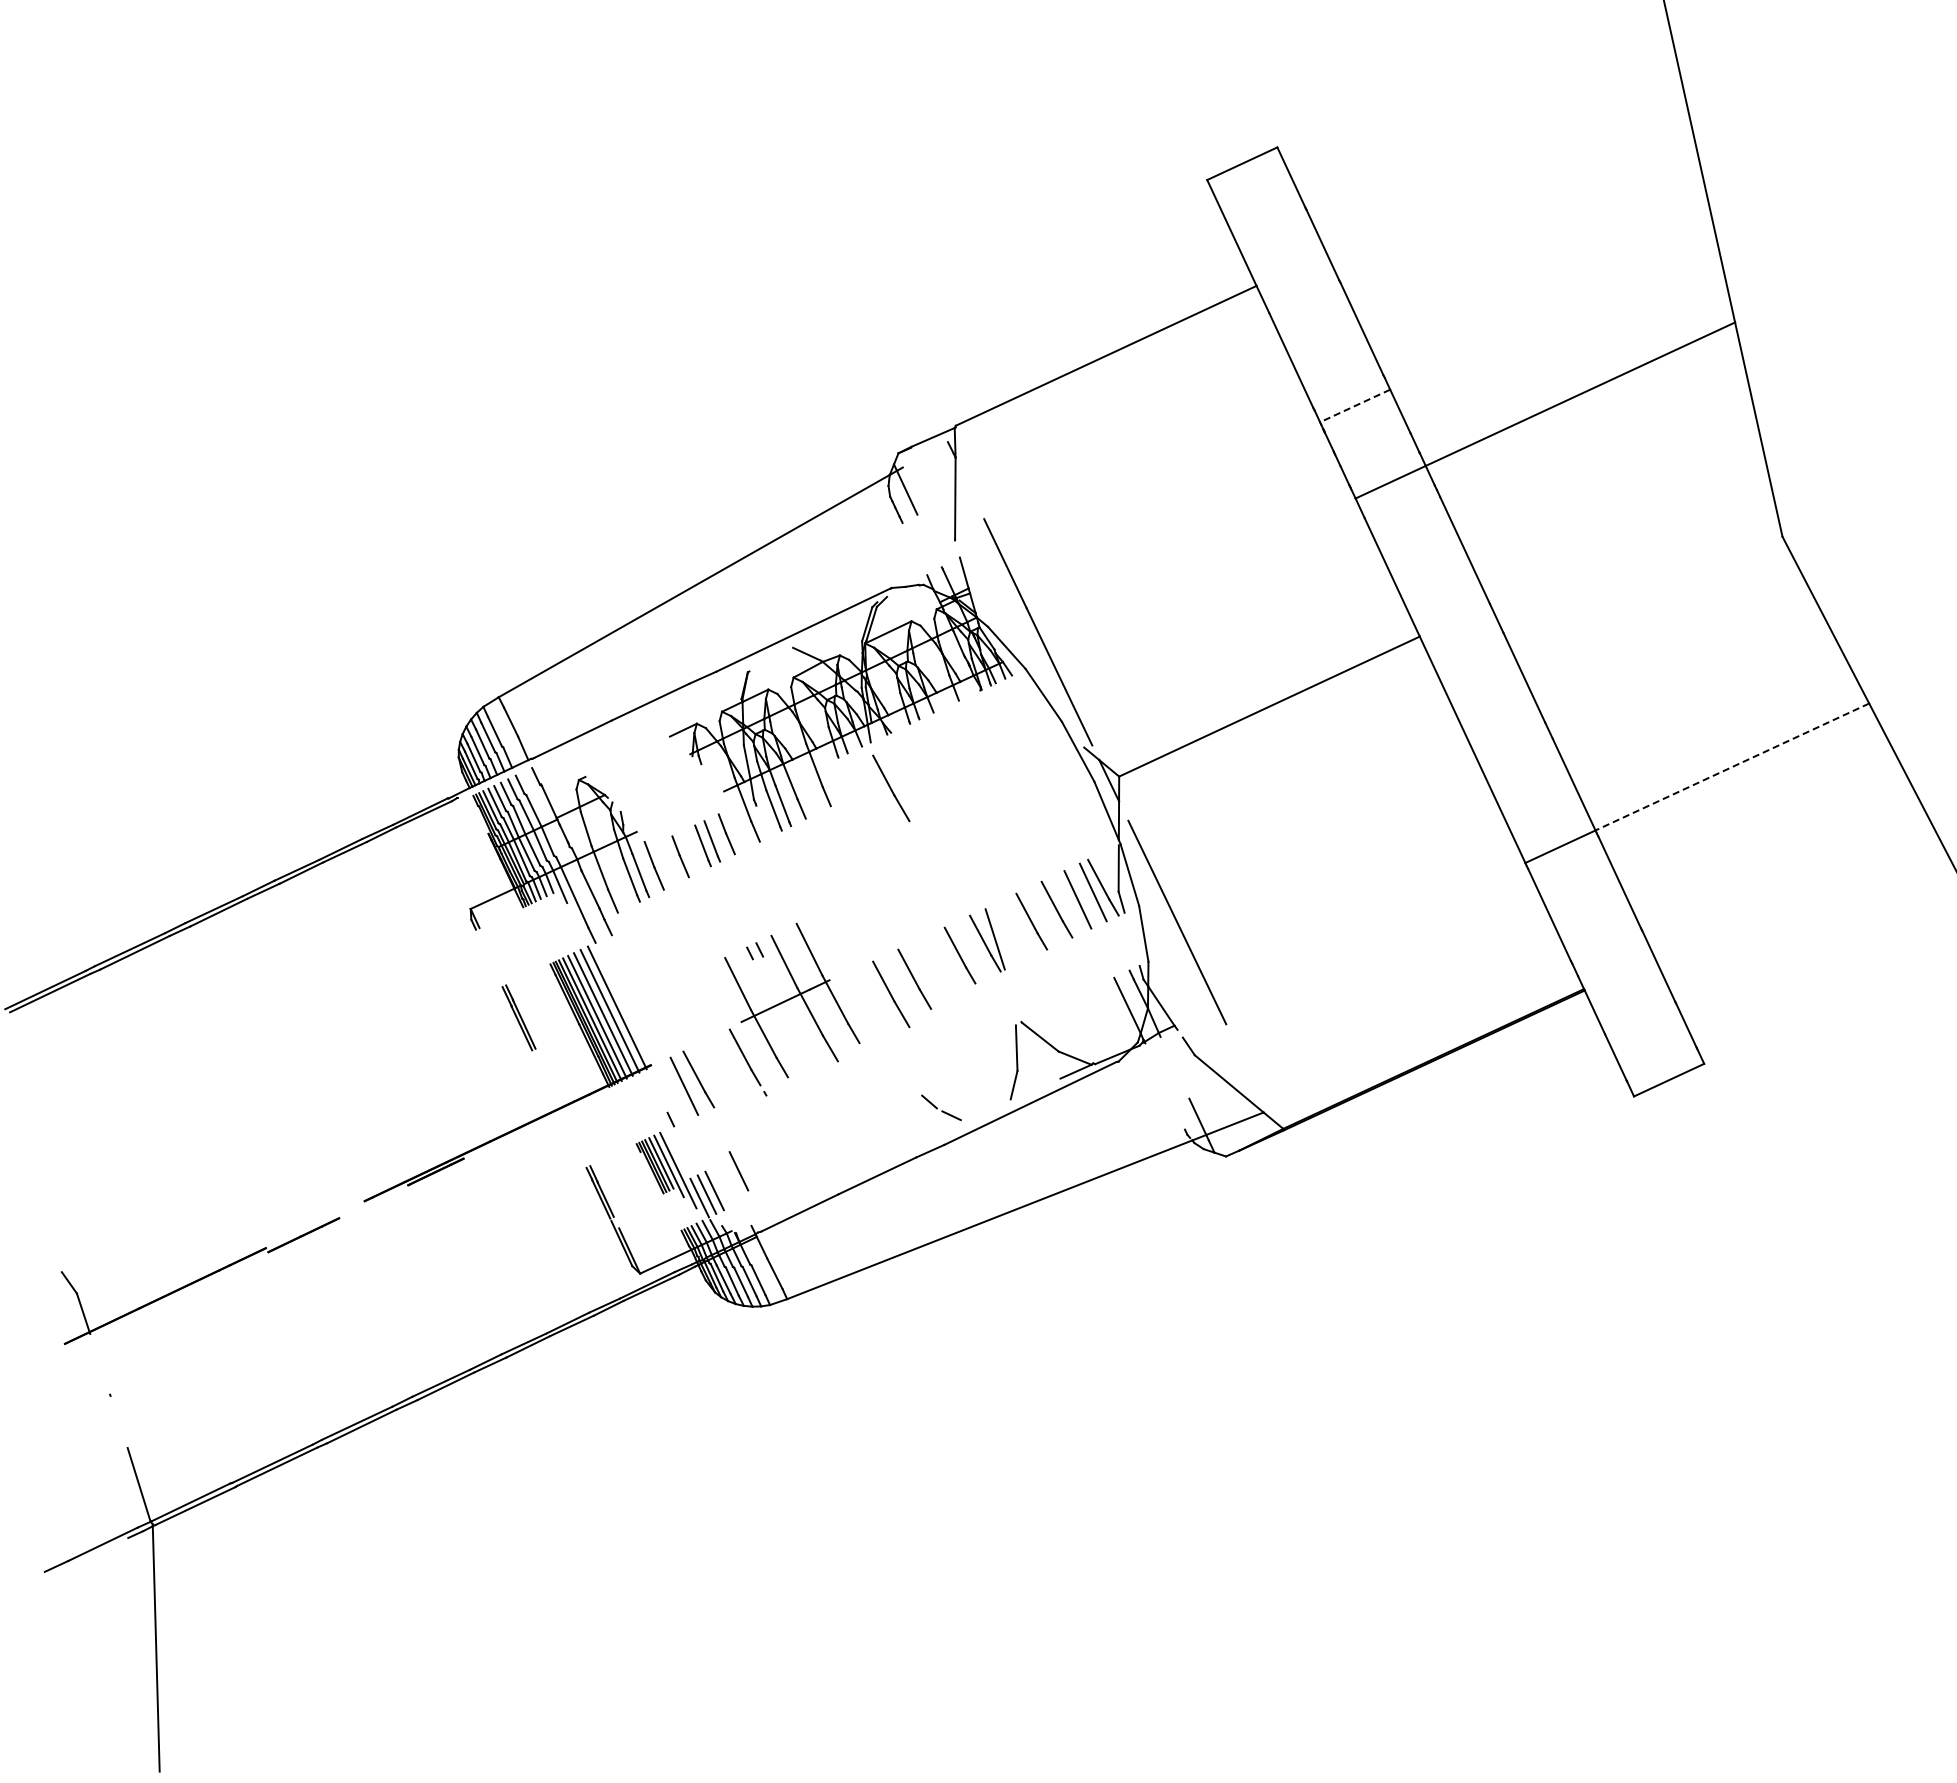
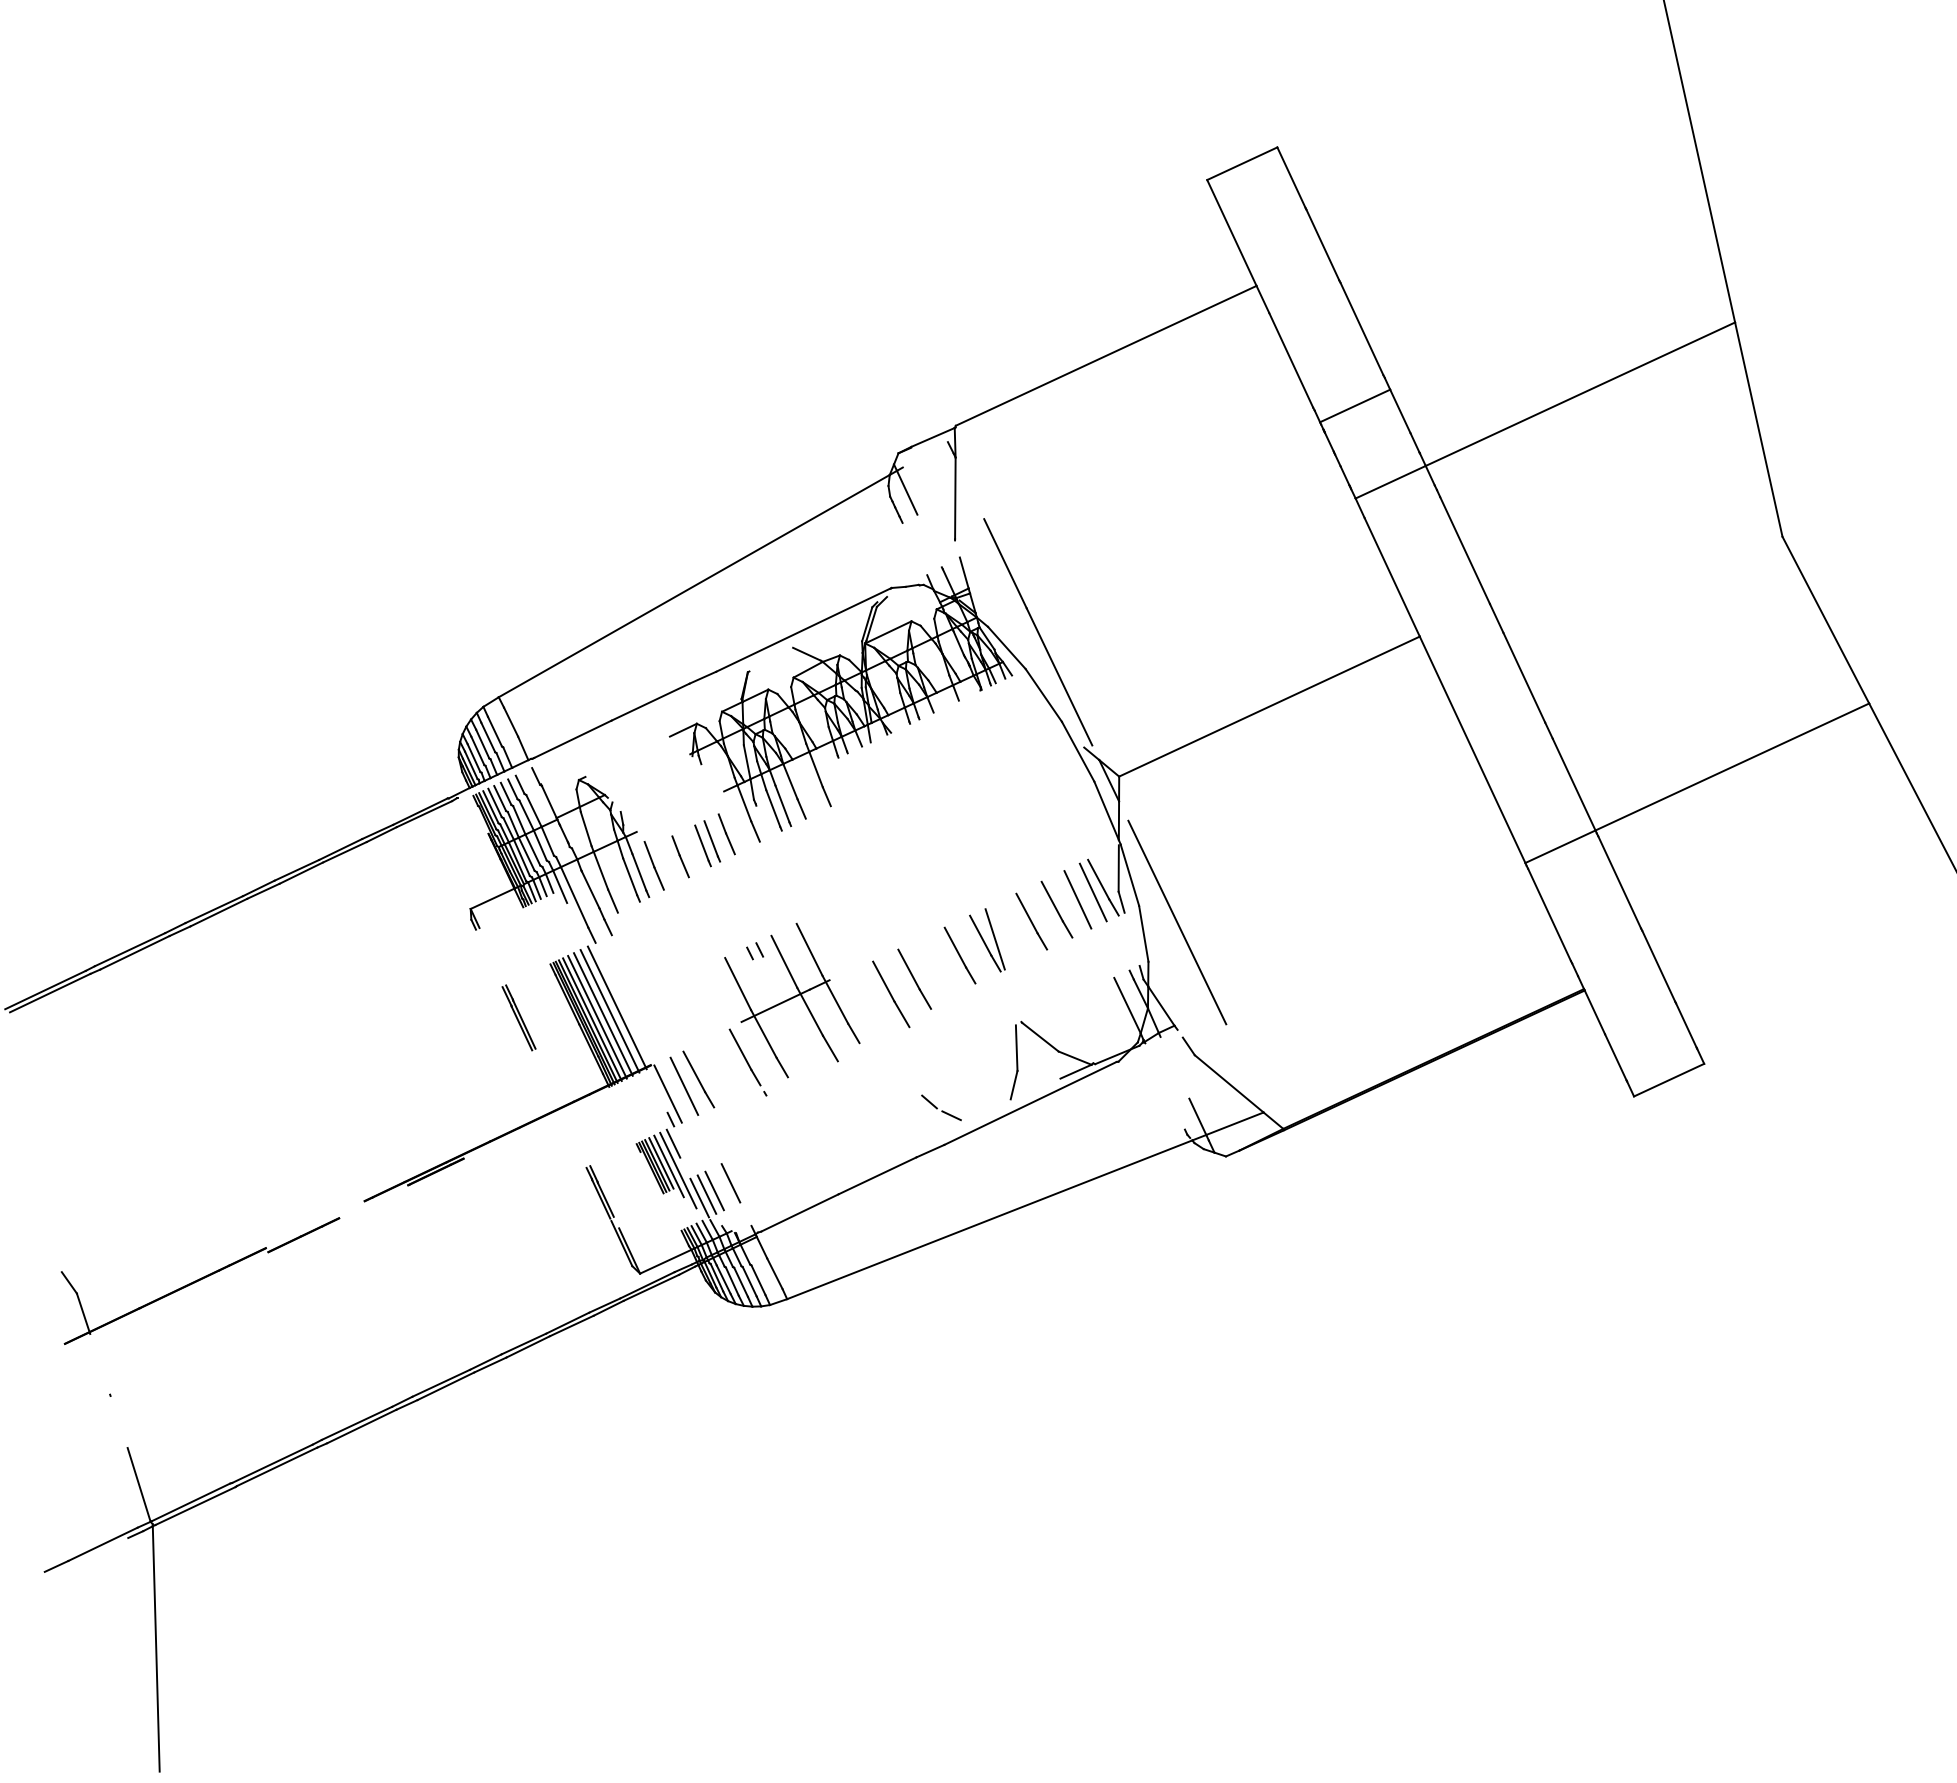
line at (1355, 405): dashed -> solid
line at (1732, 767): dashed -> solid
line at (891, 788): present -> none
line at (667, 1093): none -> present
line at (673, 1143): none -> present
line at (738, 1171) position: (738, 1171) -> (730, 1183)
